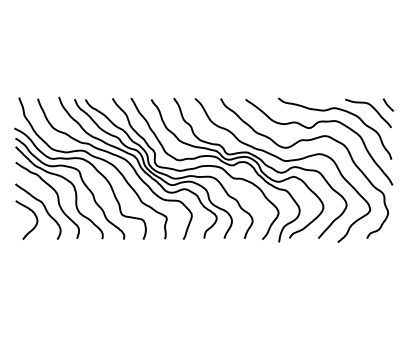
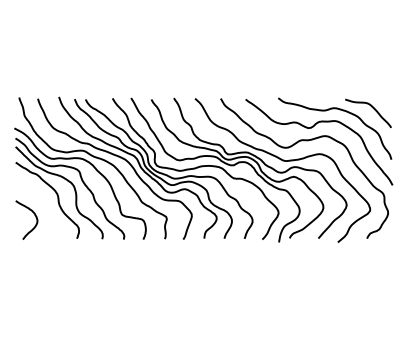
line at (388, 104): present -> none
curve at (44, 208): present -> none
